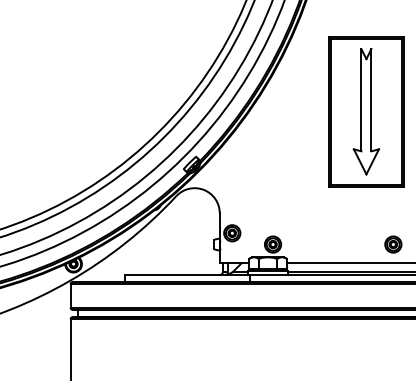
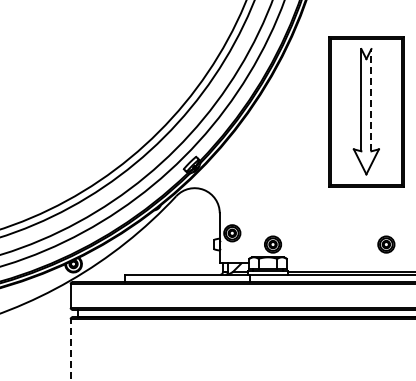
line at (371, 99): solid -> dashed
part at (393, 244) position: (393, 244) -> (386, 244)
line at (349, 263): present -> none
line at (70, 349): solid -> dashed
